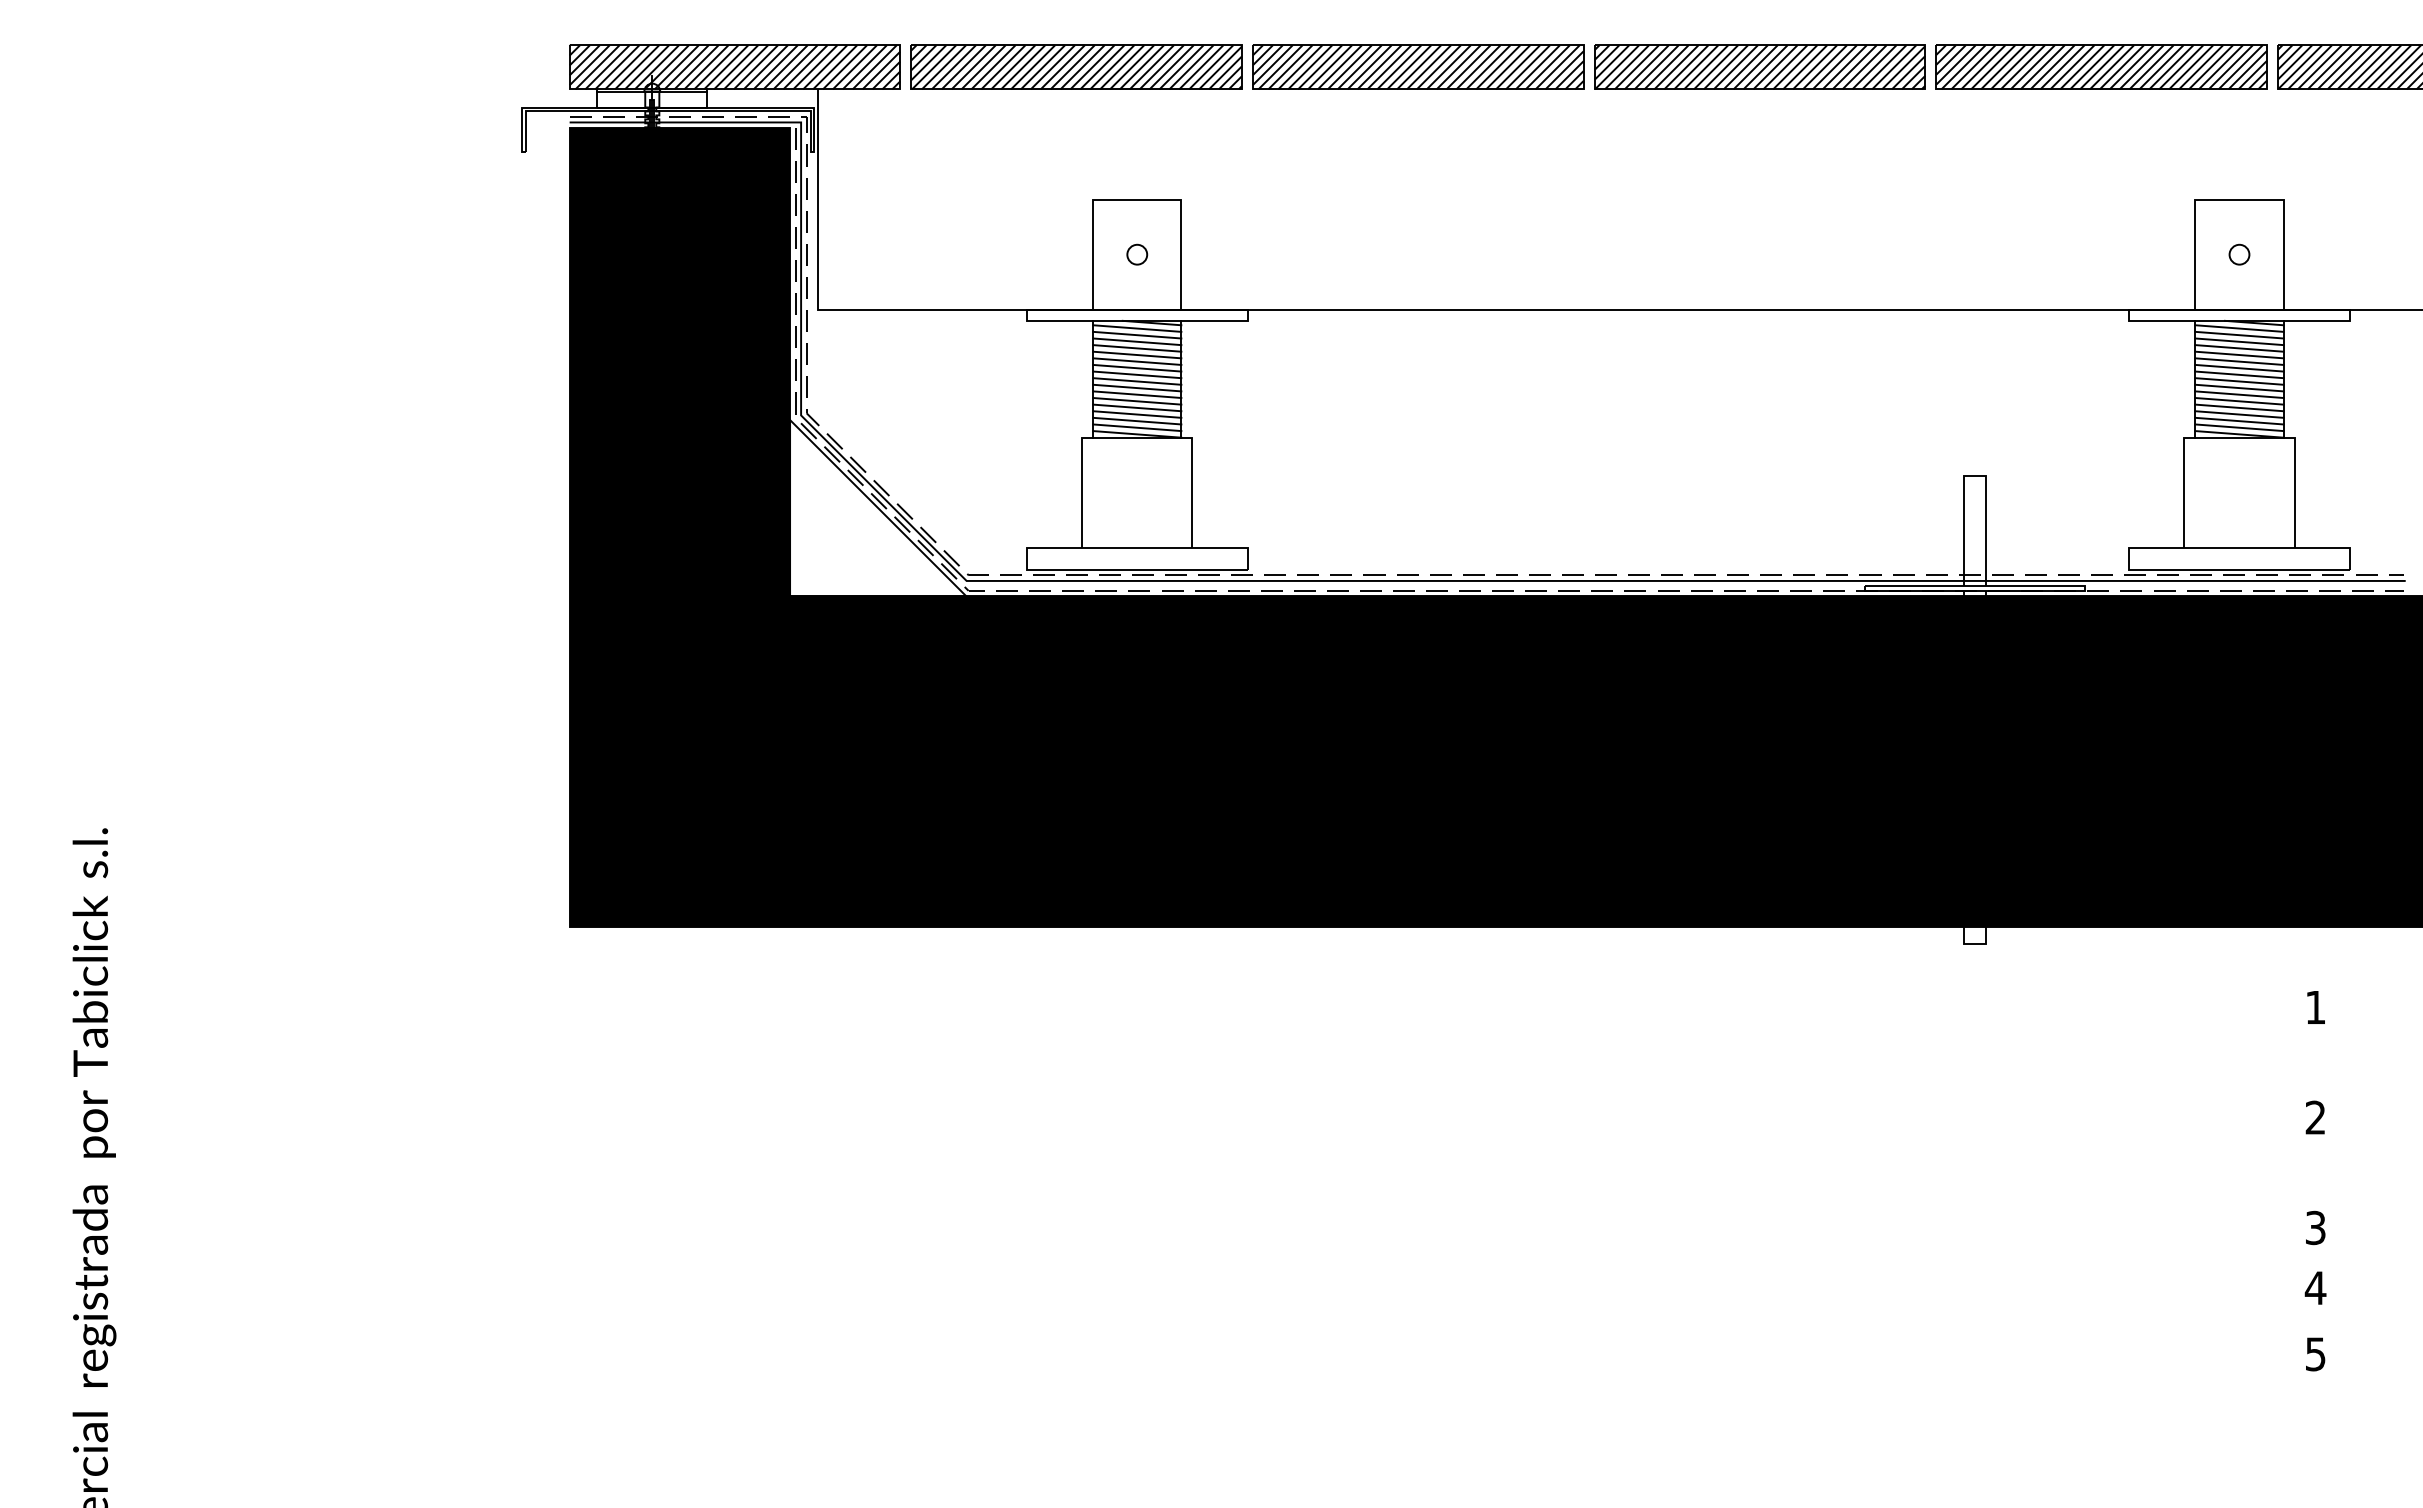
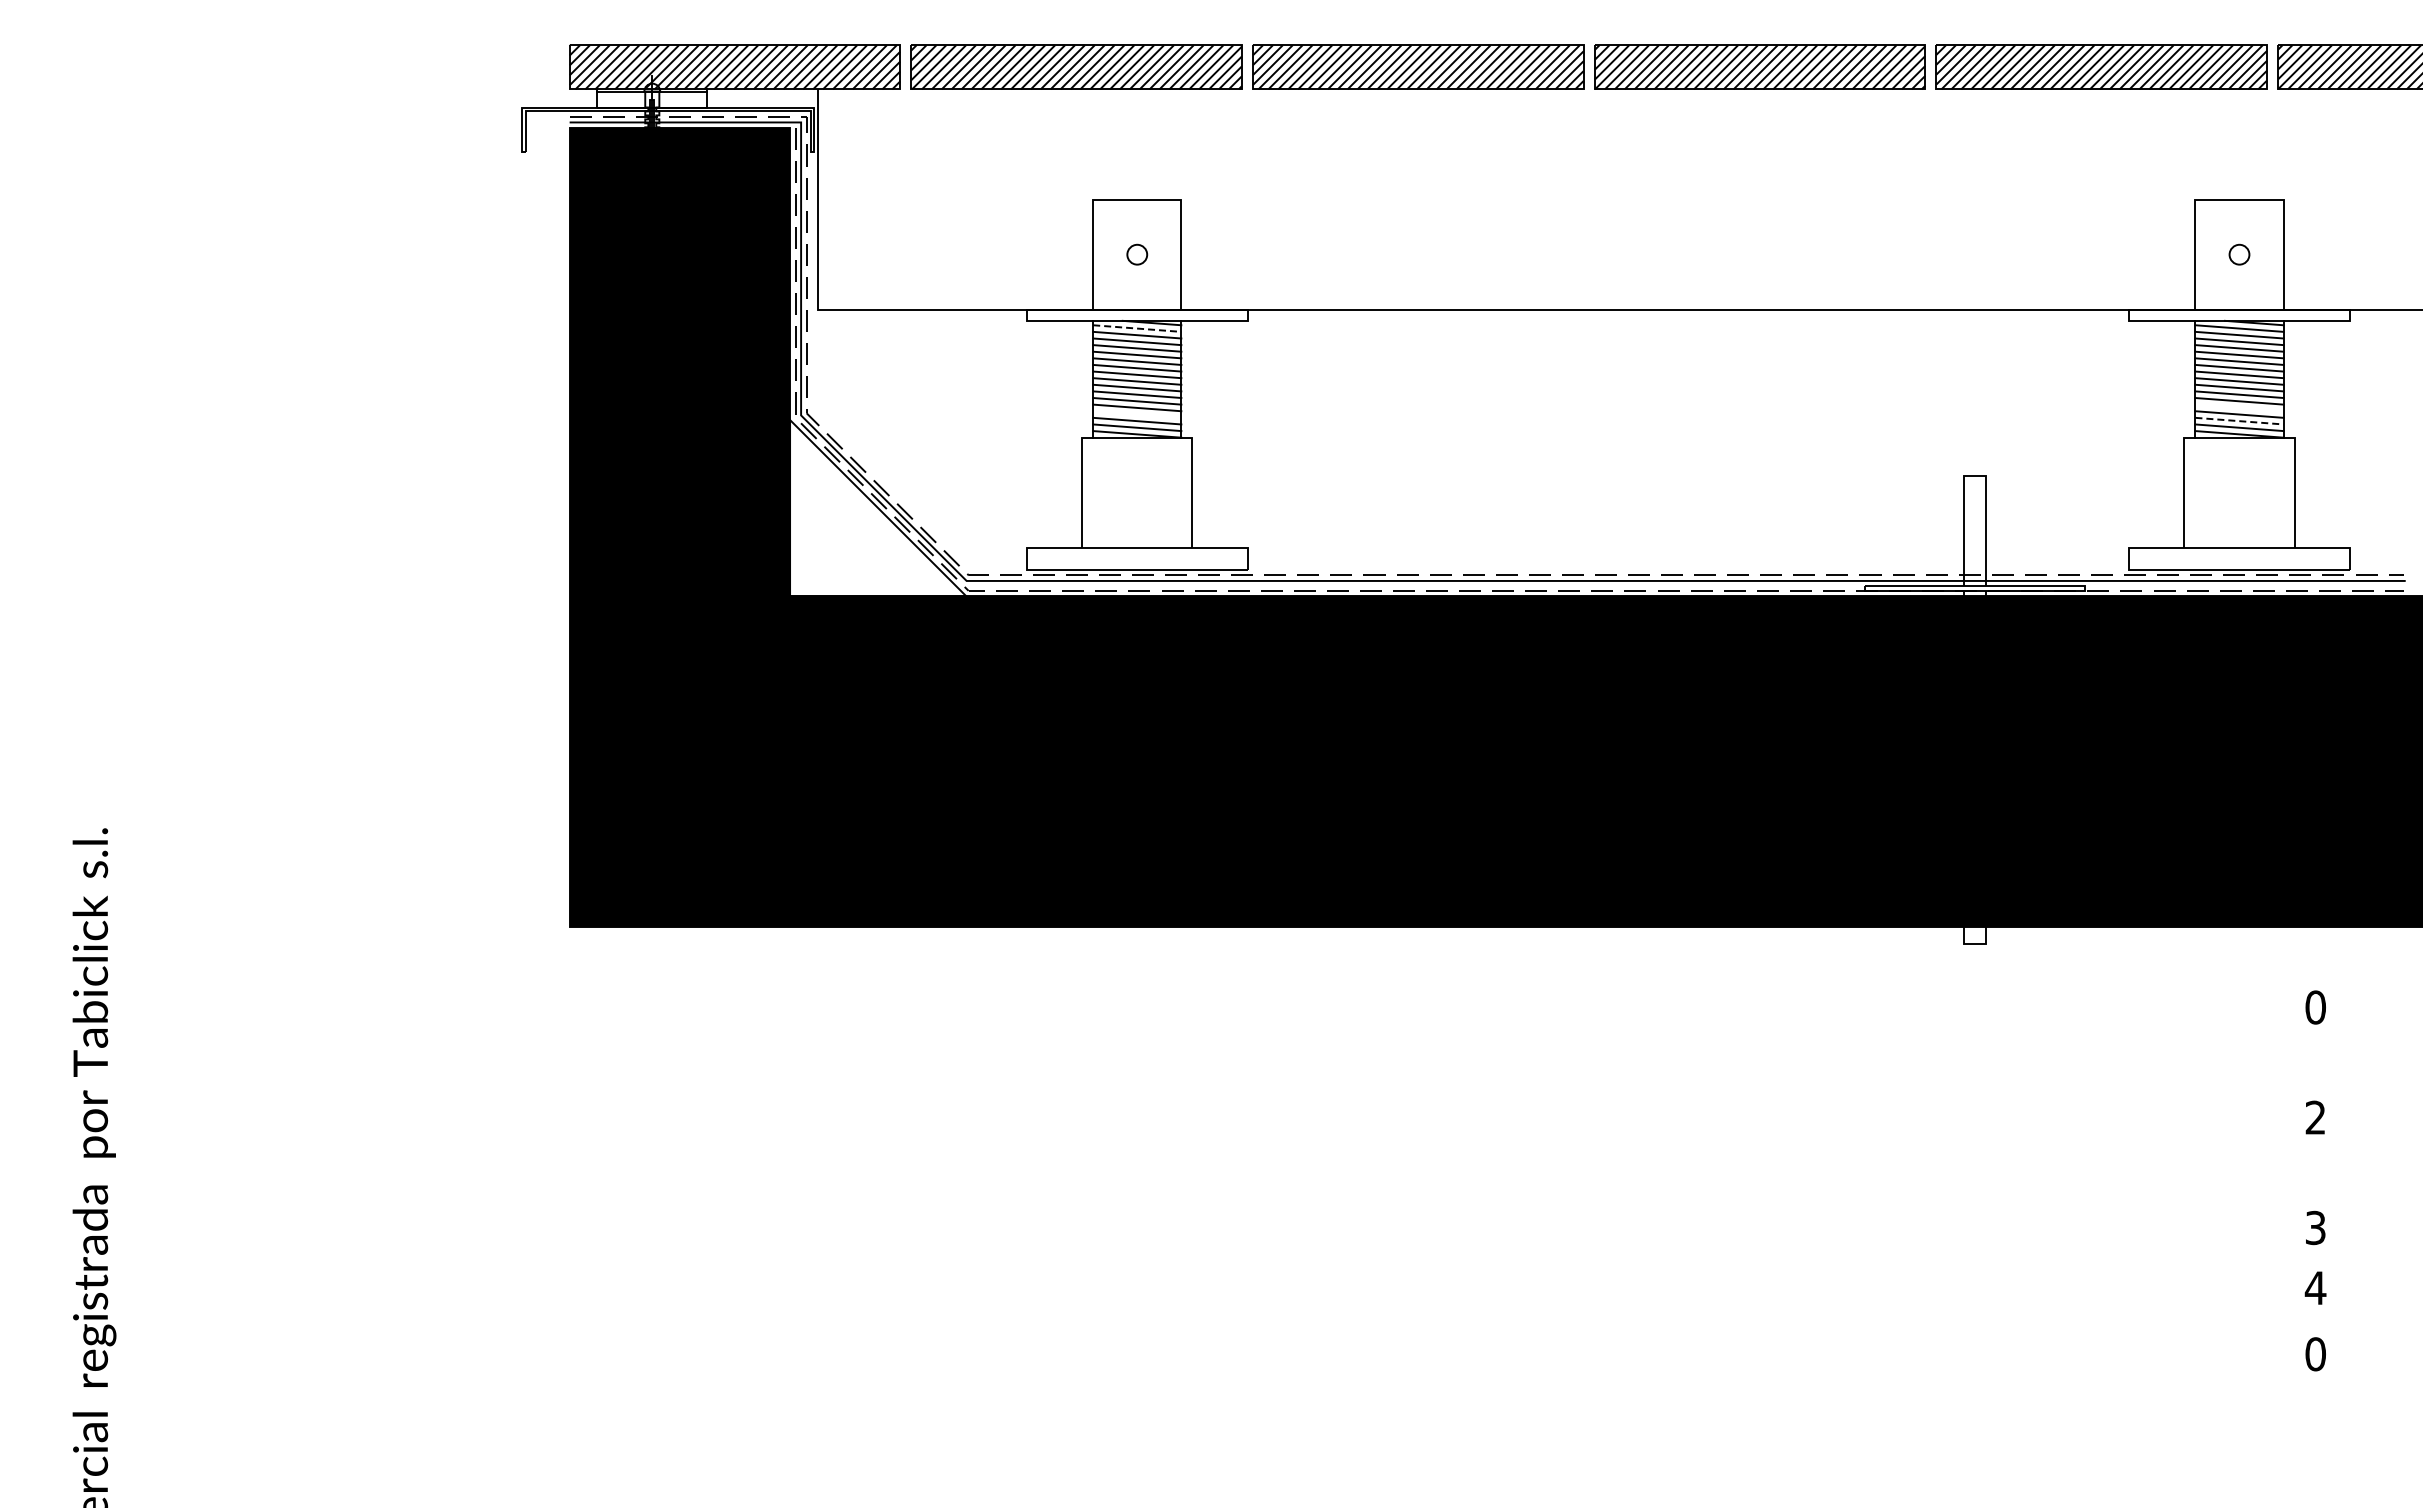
line at (1137, 328): solid -> dashed
line at (2239, 407): present -> none
line at (1137, 414): present -> none
line at (2240, 421): solid -> dashed
text at (2315, 1007): 1 -> 0
text at (2315, 1354): 5 -> 0
